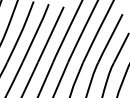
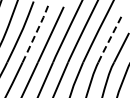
line at (36, 33): solid -> dashed
line at (110, 38): solid -> dashed
